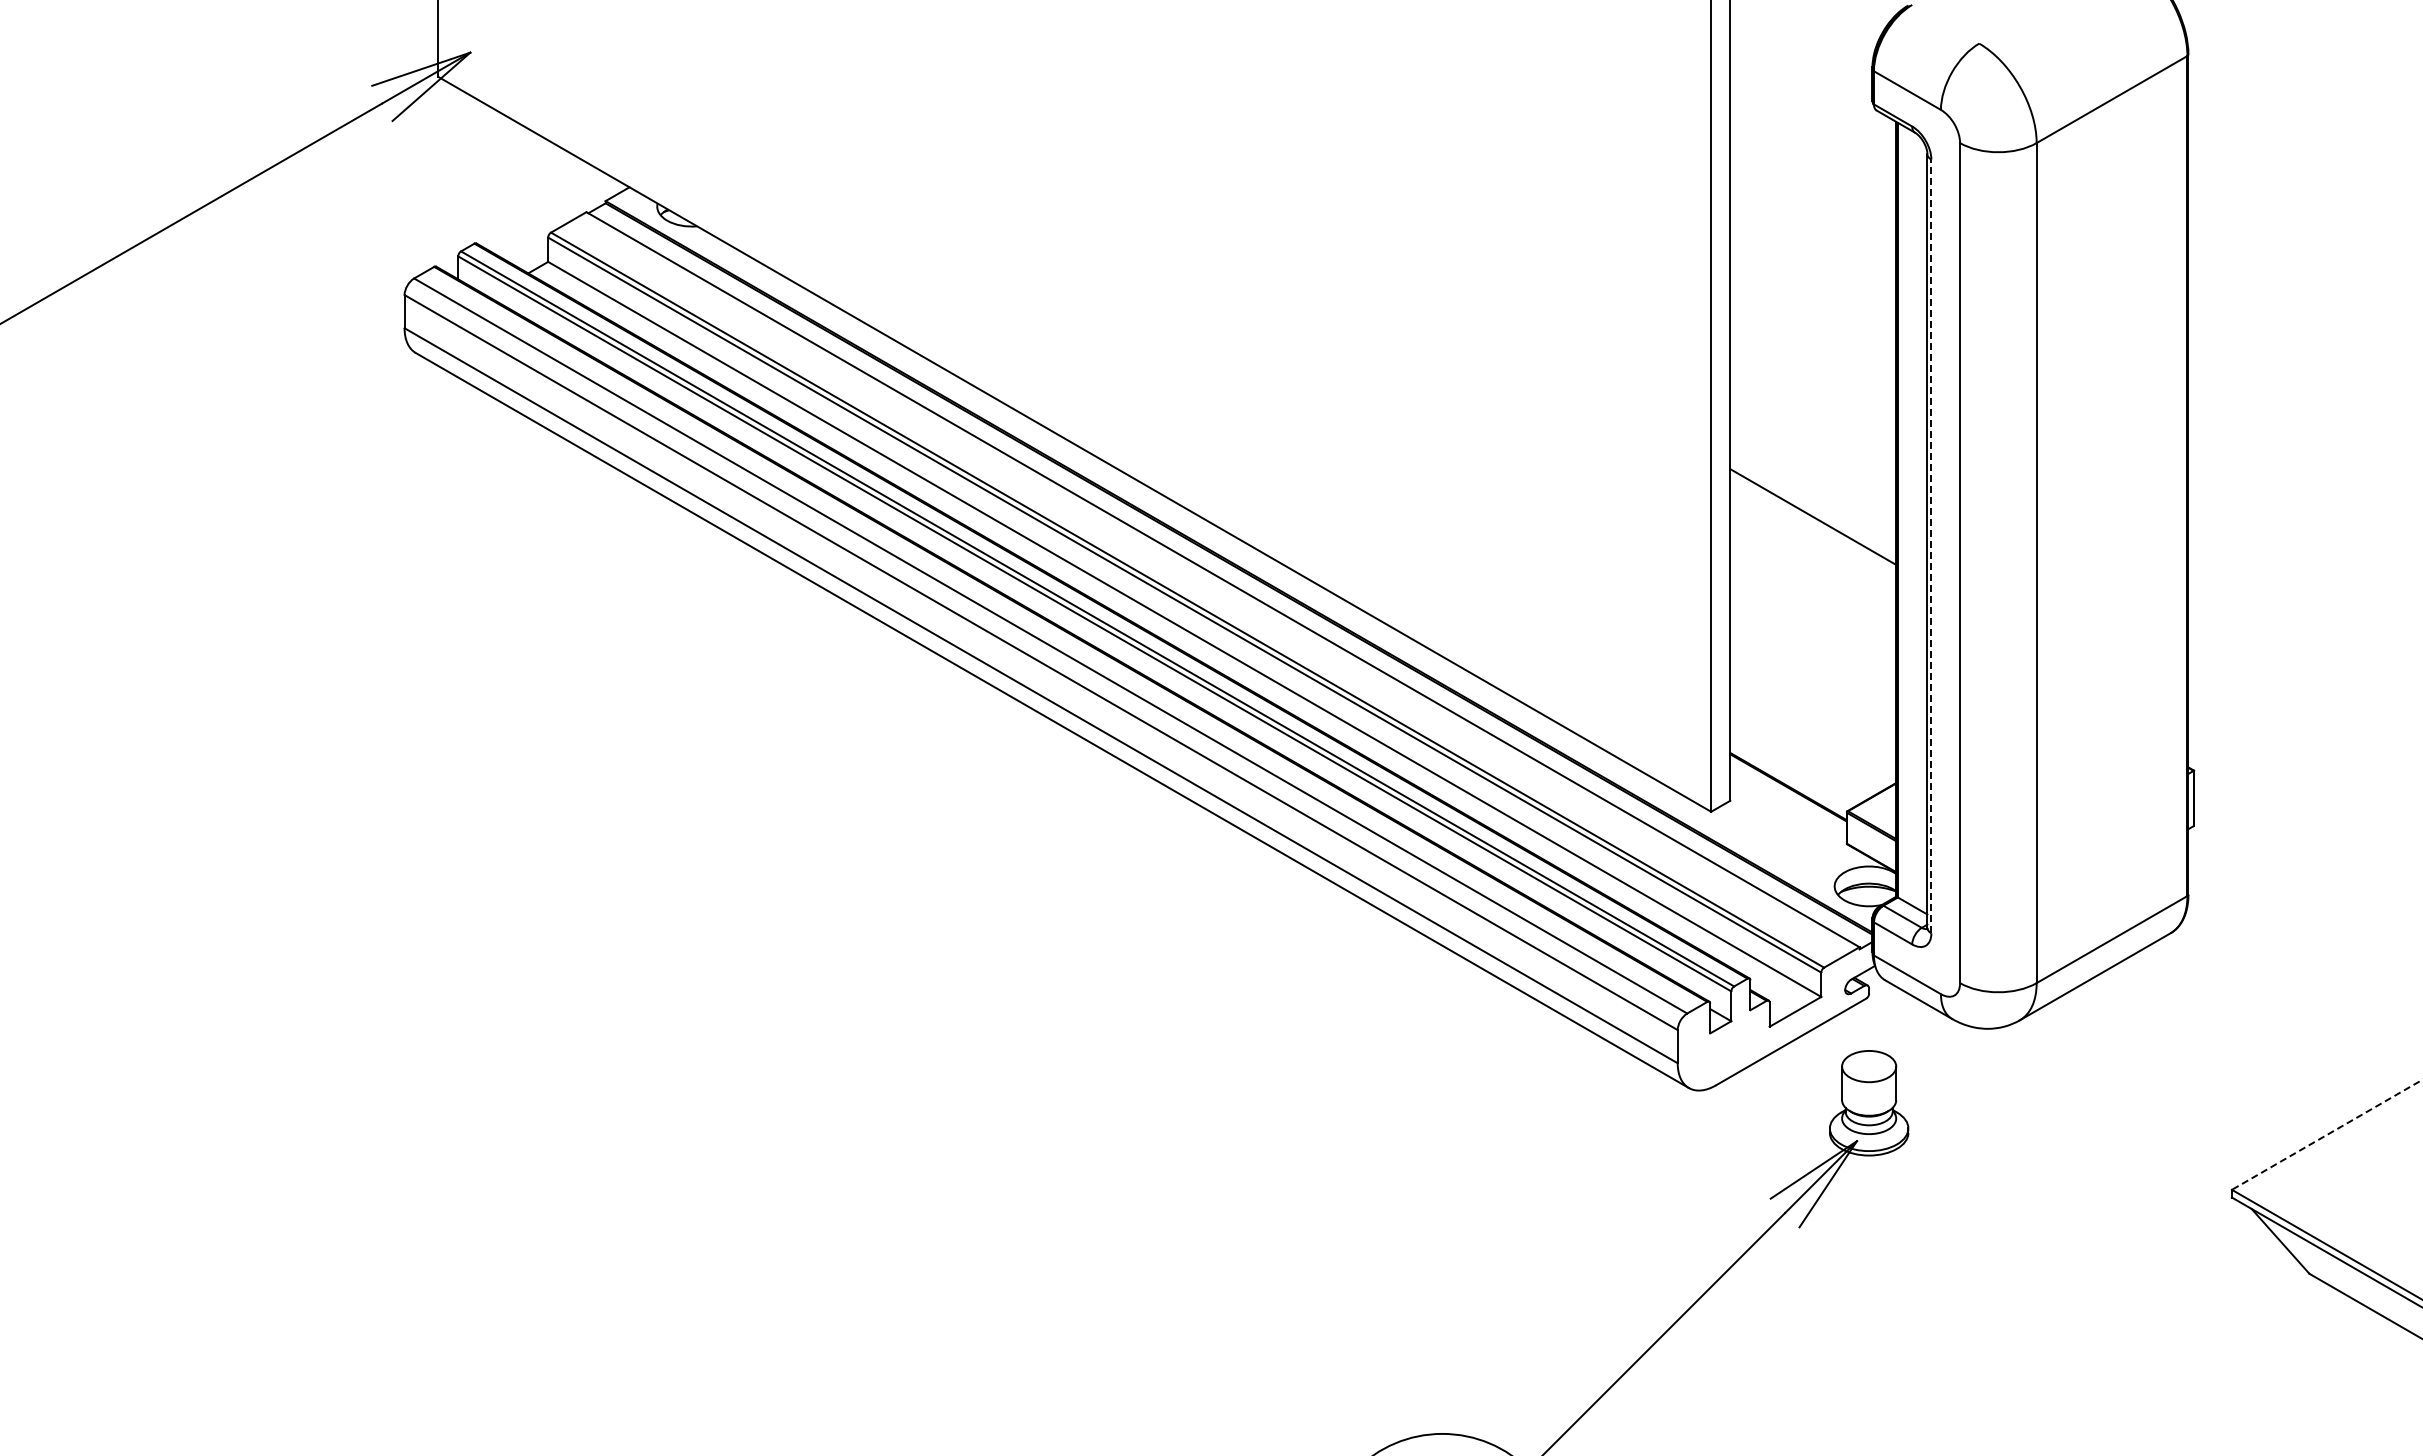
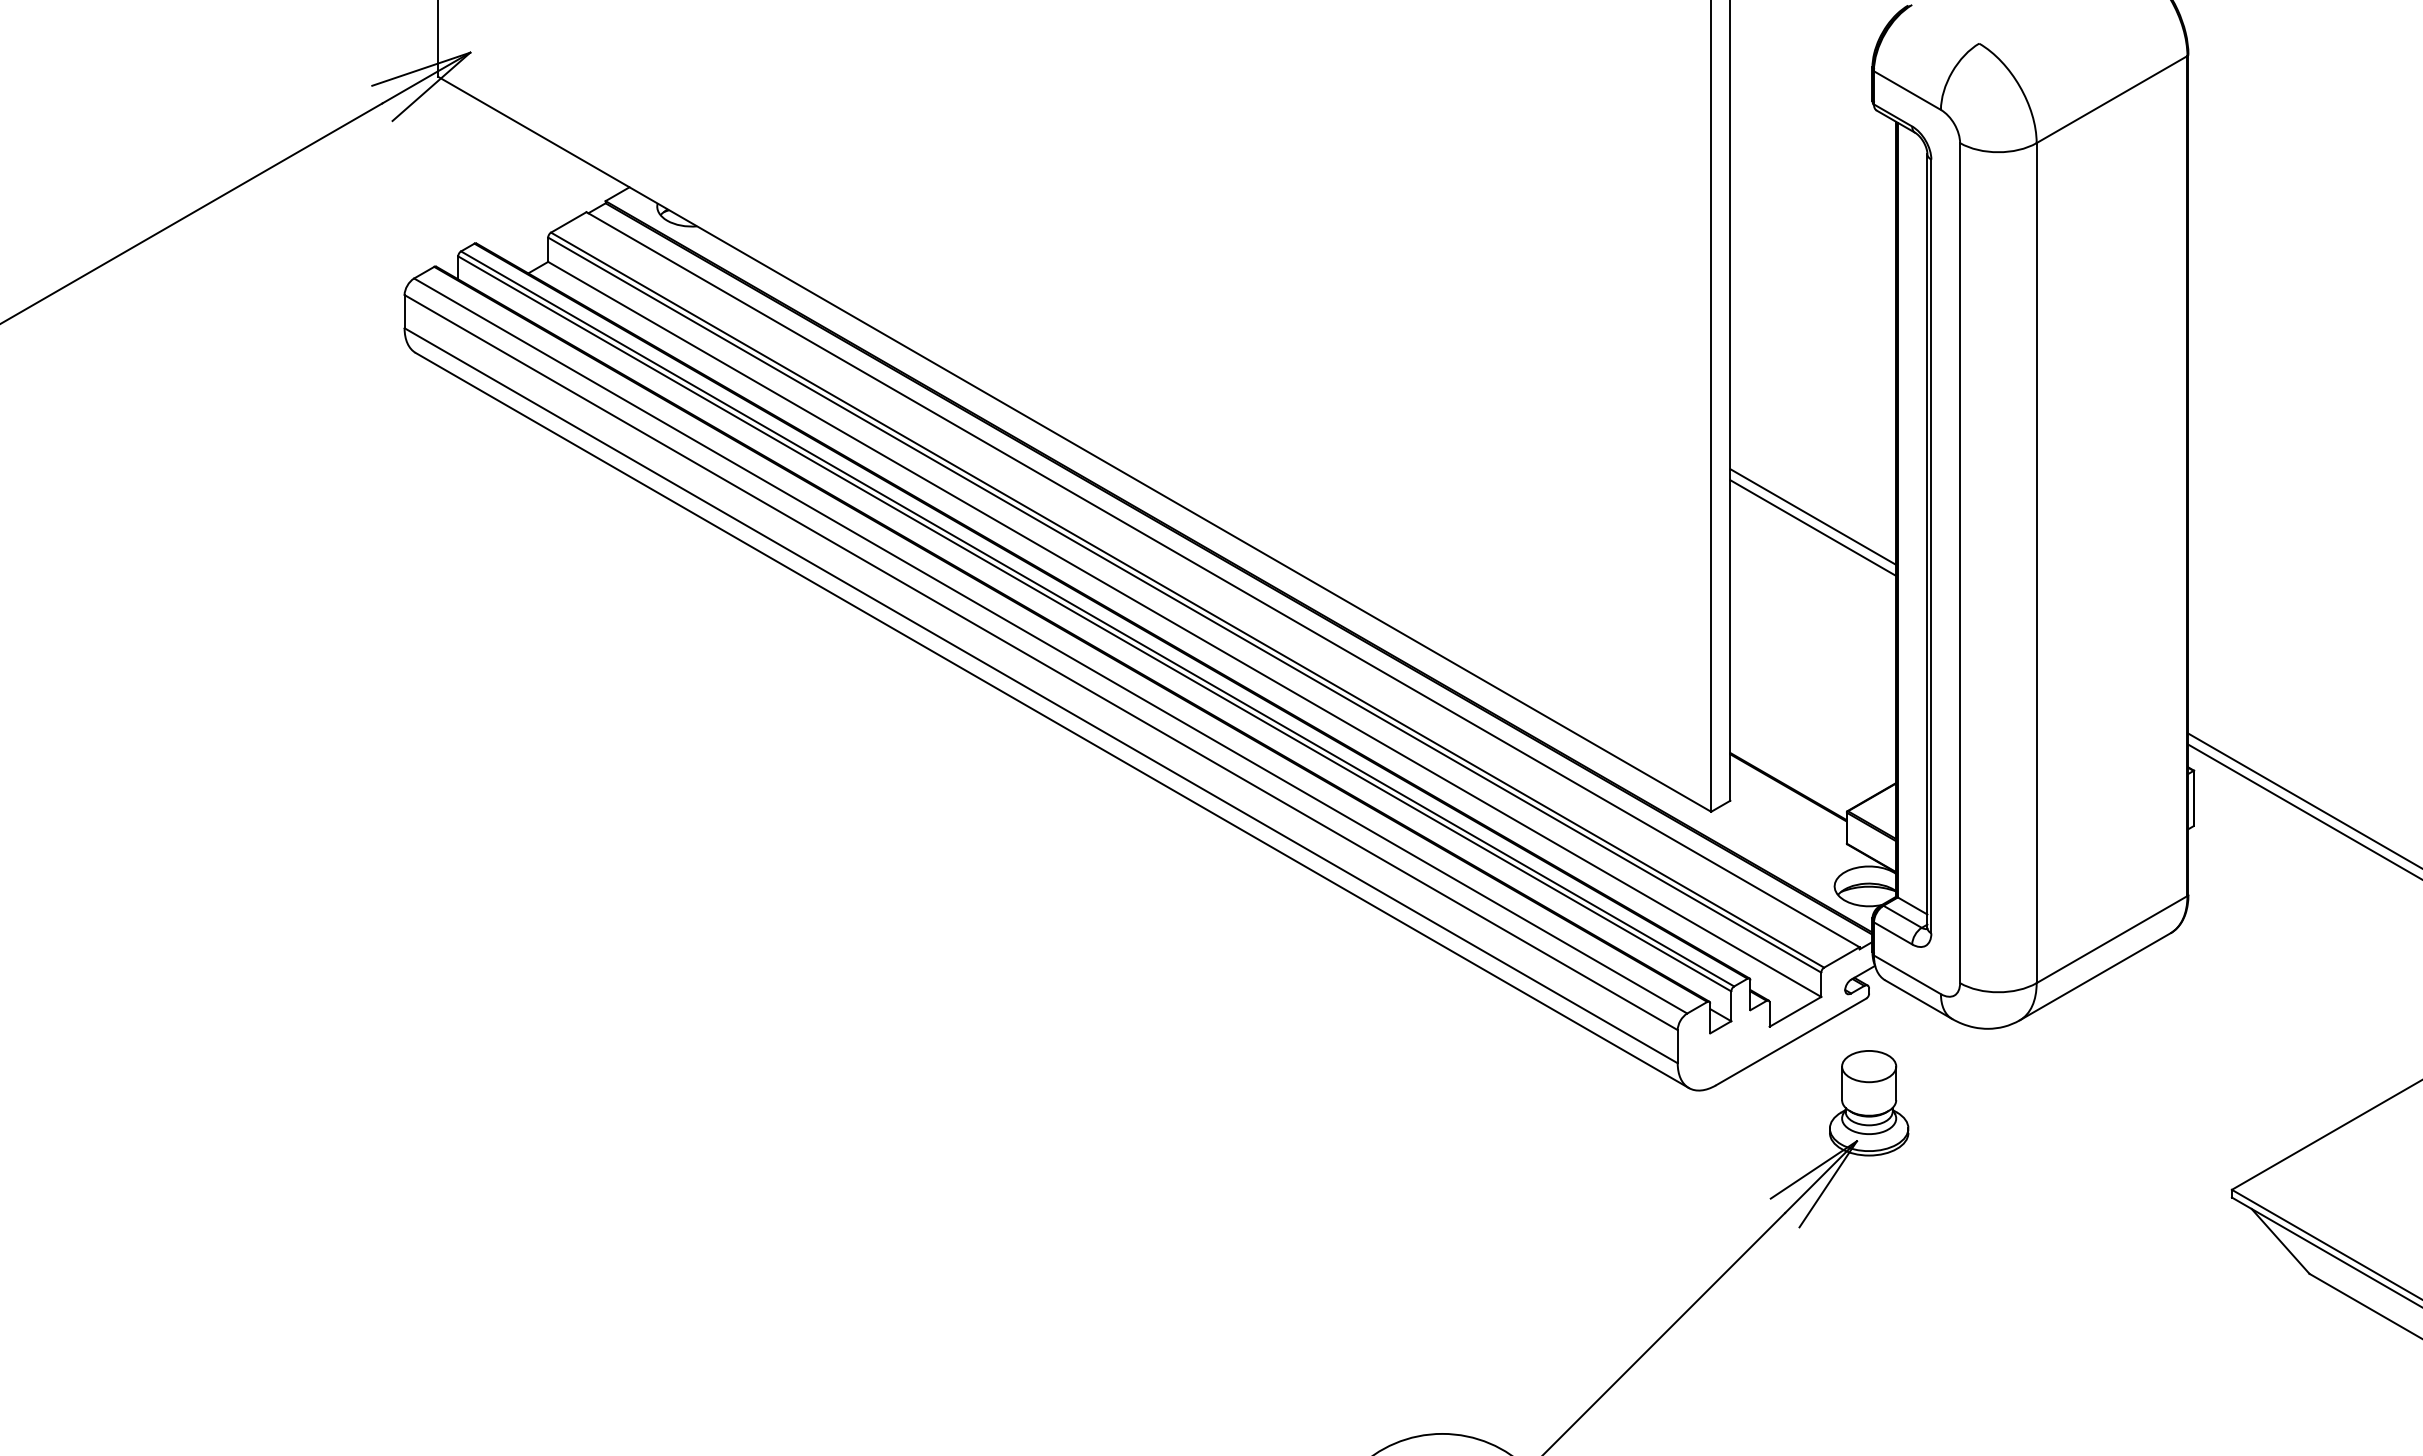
line at (1813, 528): none -> present
line at (1931, 546): dashed -> solid
line at (2303, 799): none -> present
line at (2303, 810): none -> present
line at (2327, 1134): dashed -> solid
